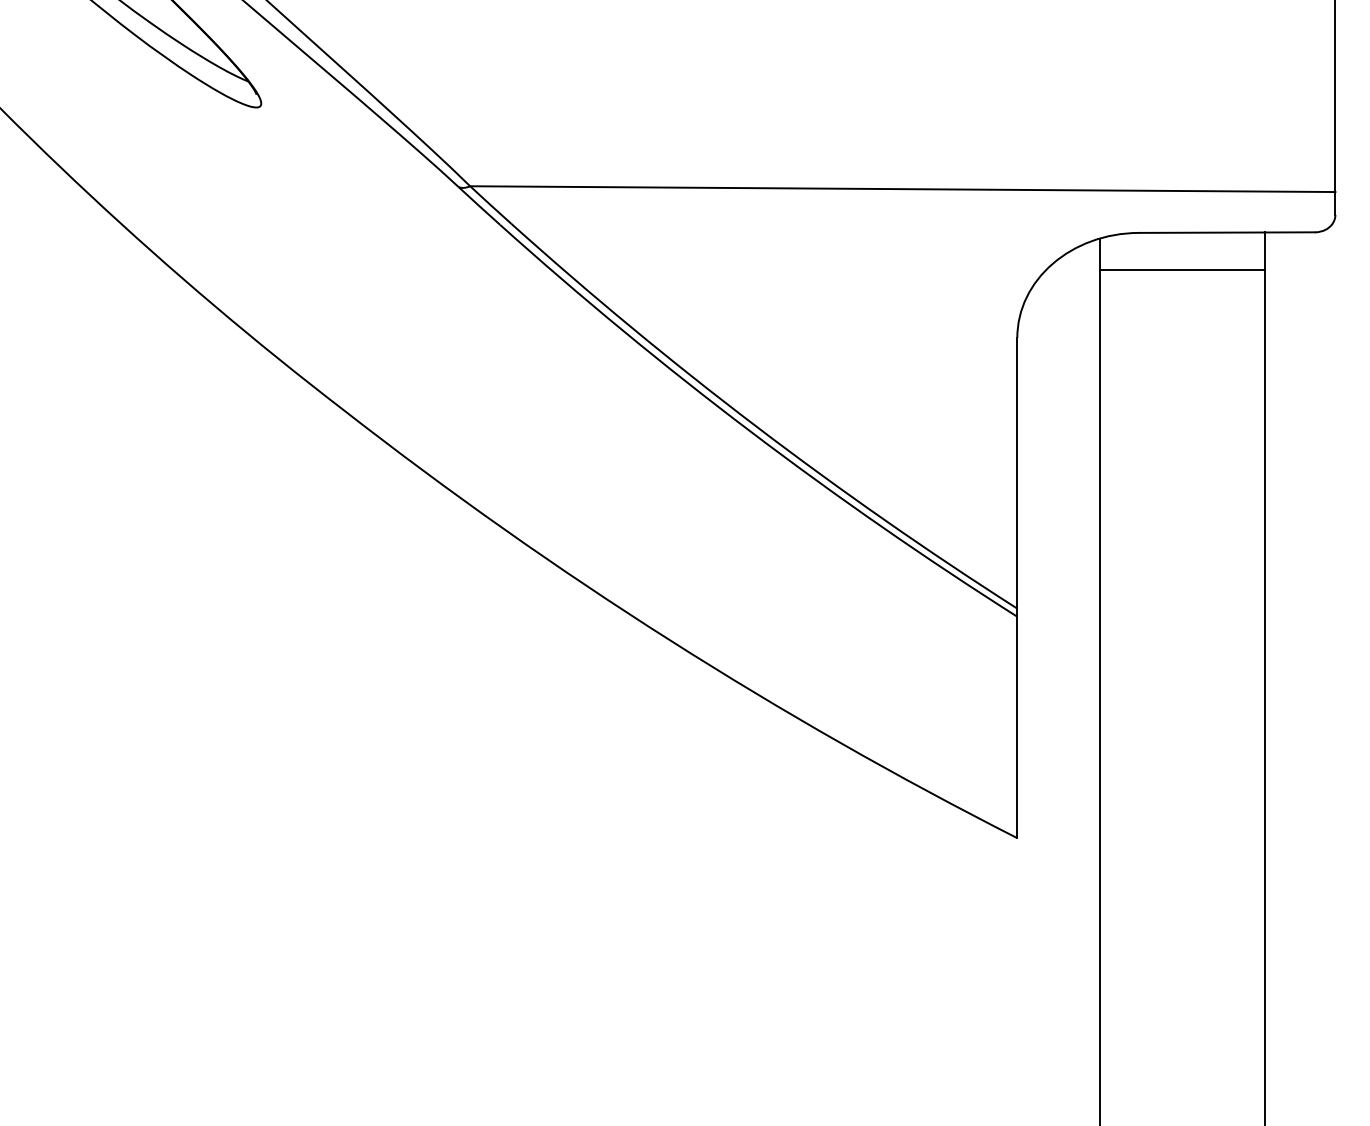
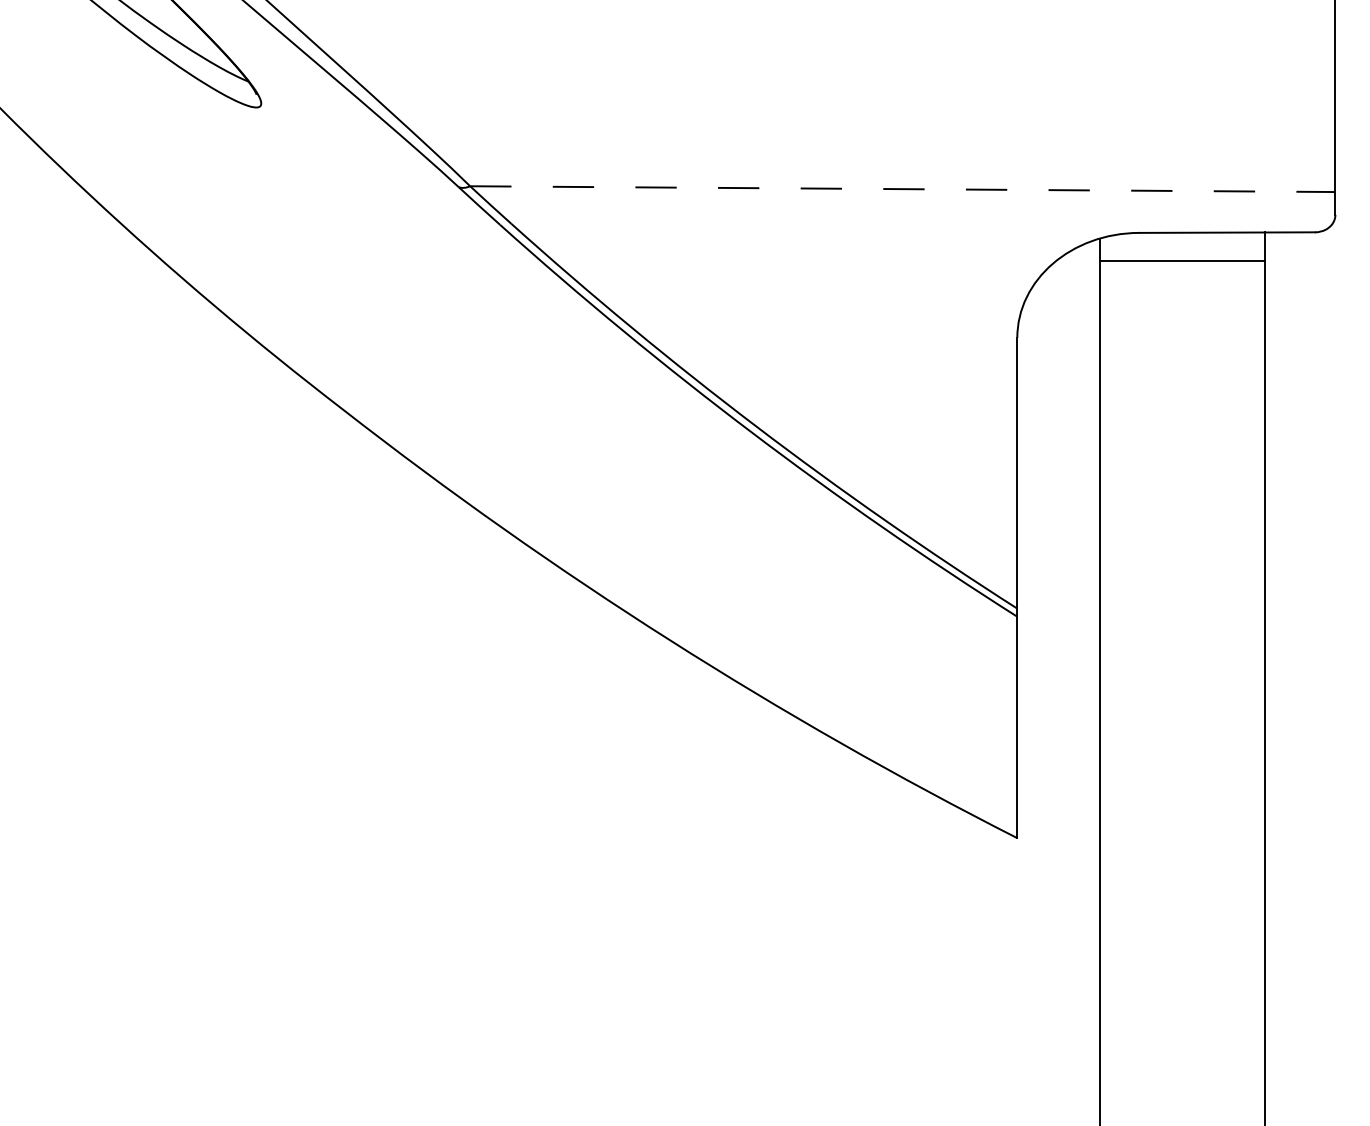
line at (902, 189): solid -> dashed
line at (1182, 270) position: (1182, 270) -> (1182, 261)
